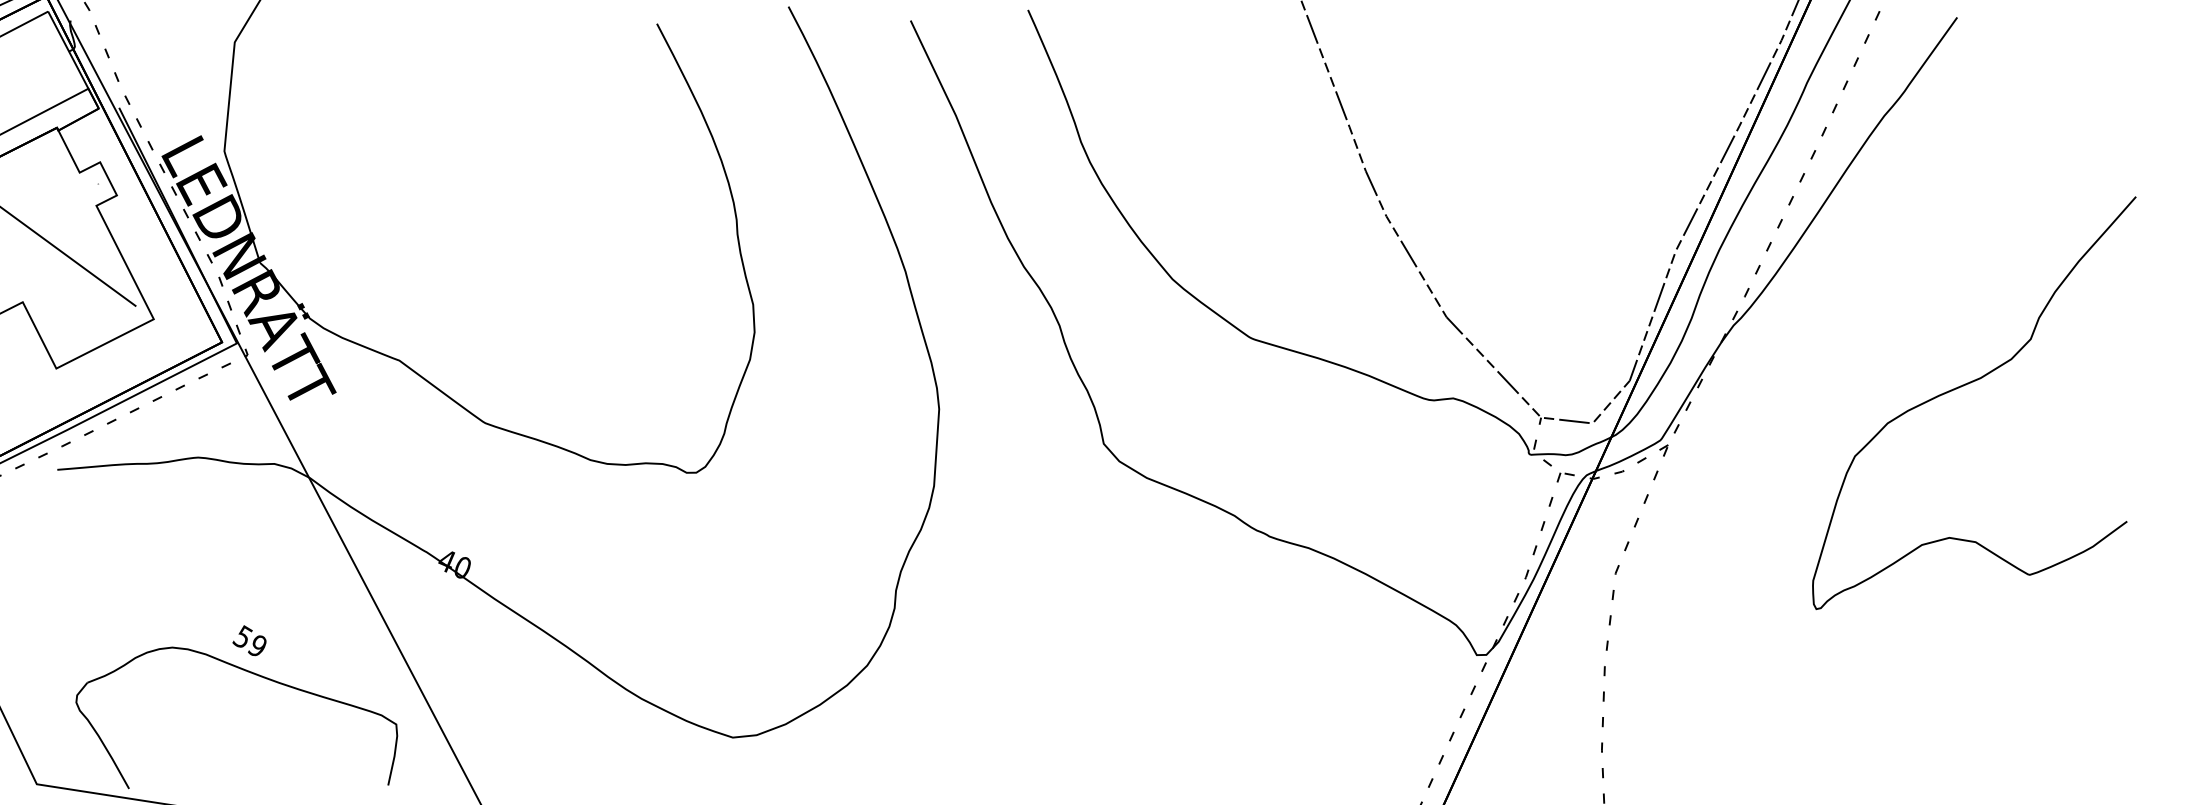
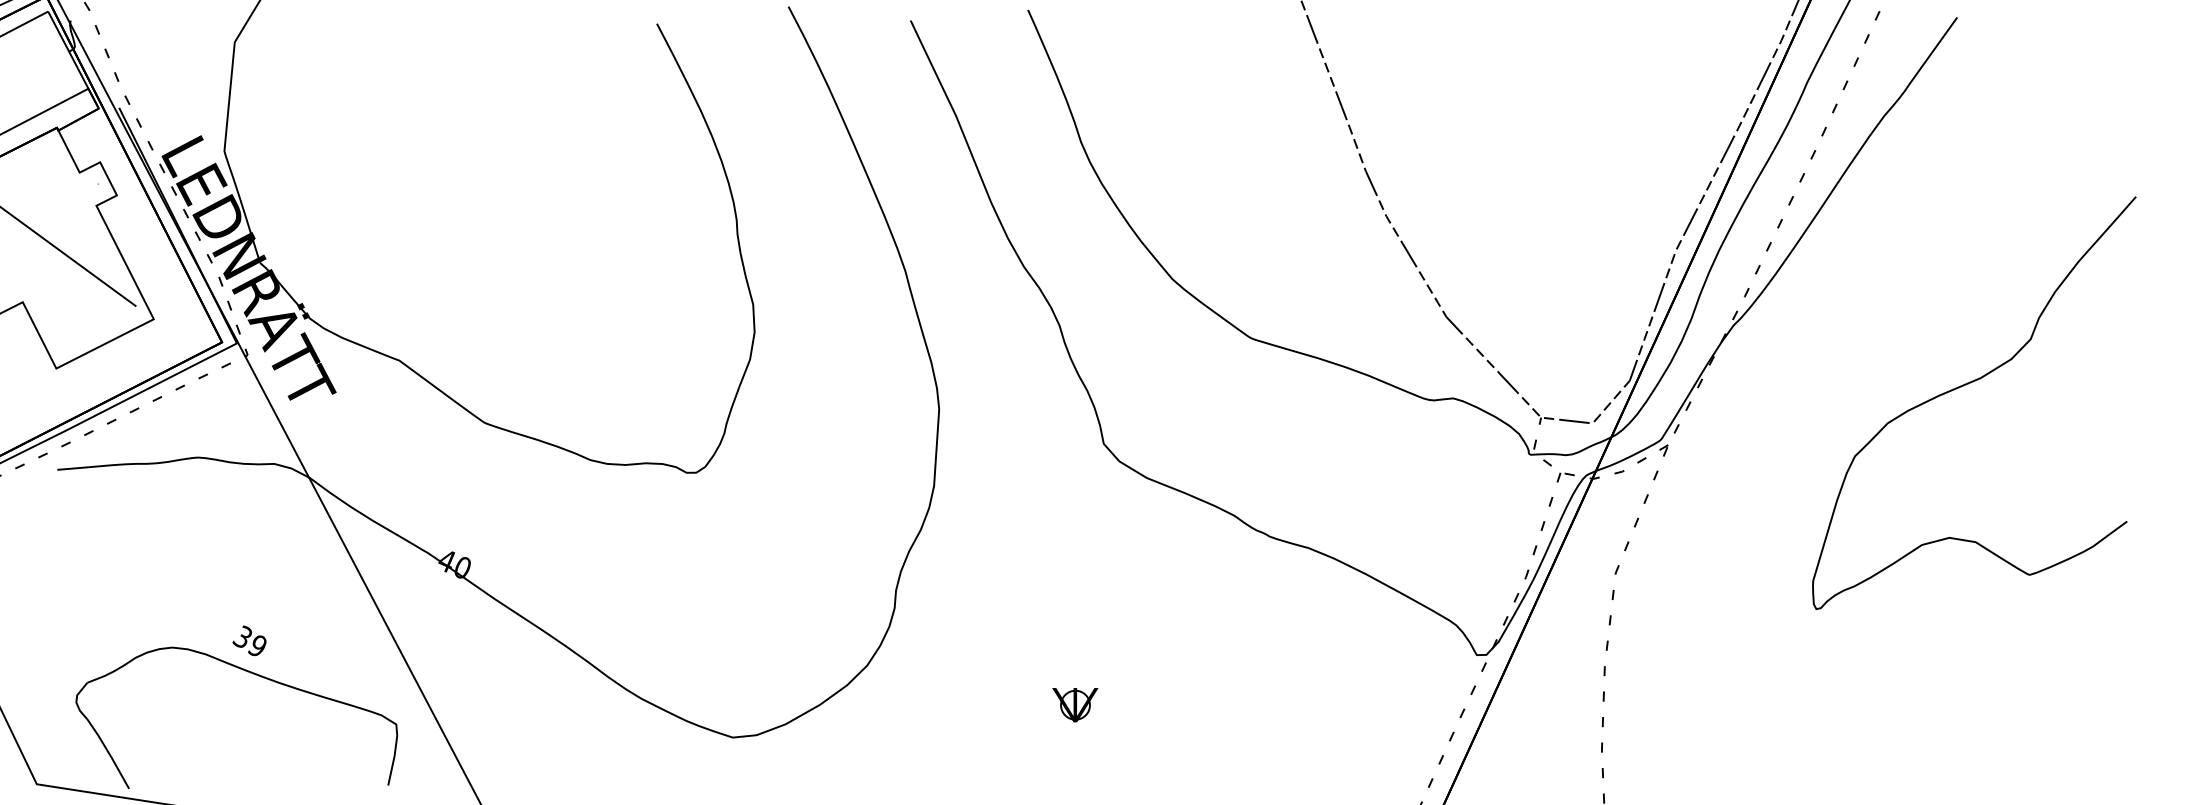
text at (242, 636): 59 -> 39
part at (1075, 705): none -> present
